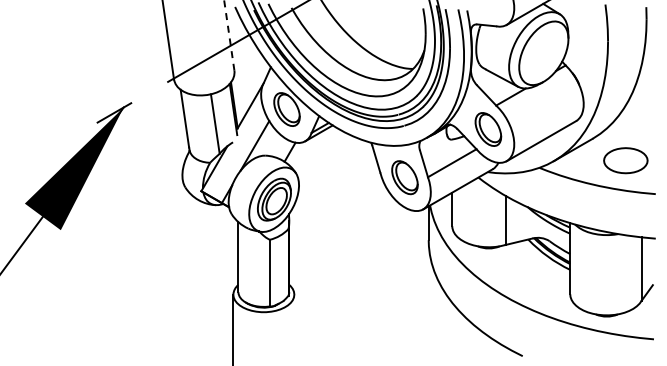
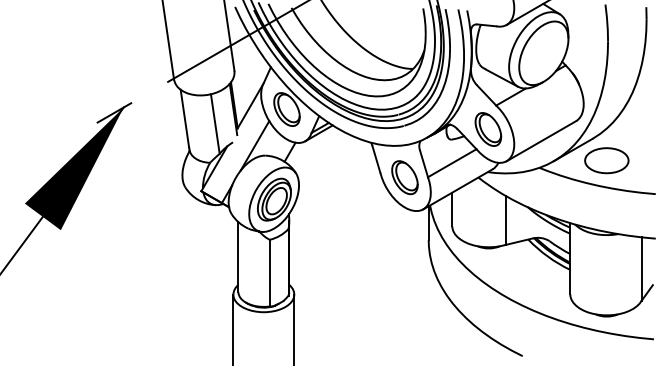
line at (229, 35): dashed -> solid
part at (625, 160) position: (625, 160) -> (606, 160)
line at (294, 328): none -> present
